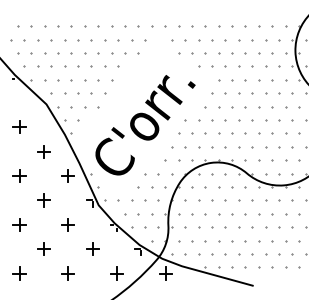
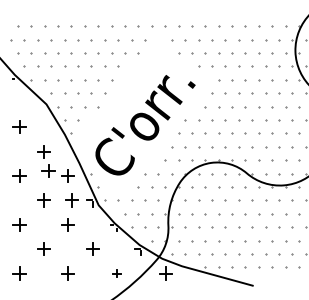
part at (48, 170): none -> present
part at (71, 200): none -> present
part at (116, 273) size: 14x15 px -> 10x9 px
